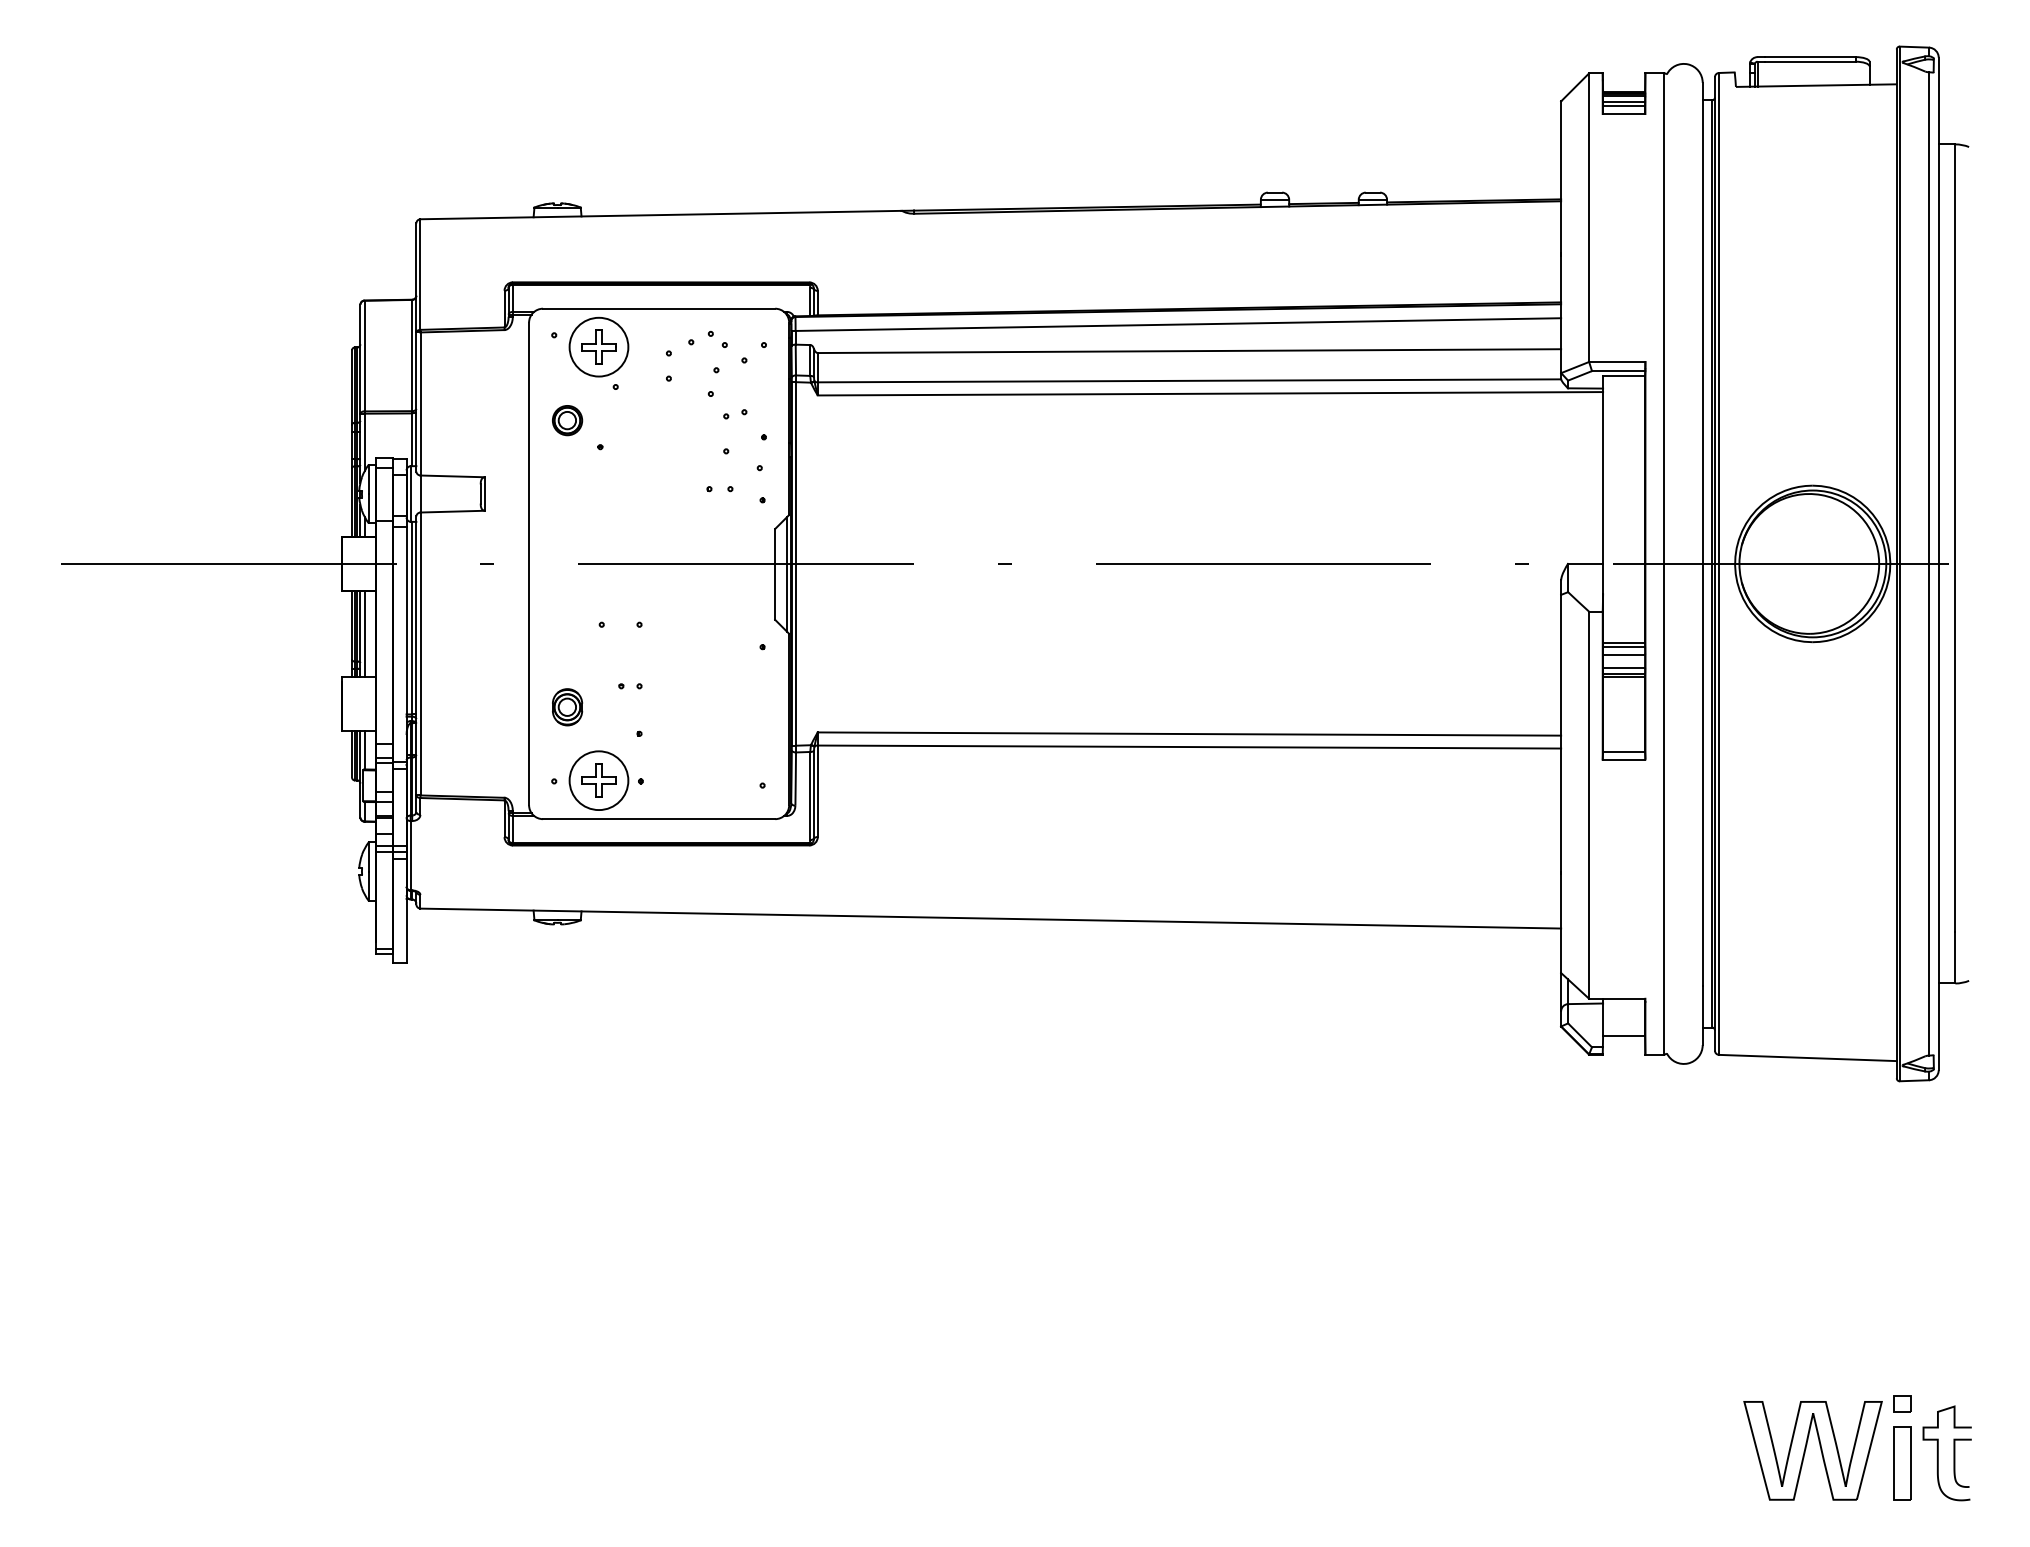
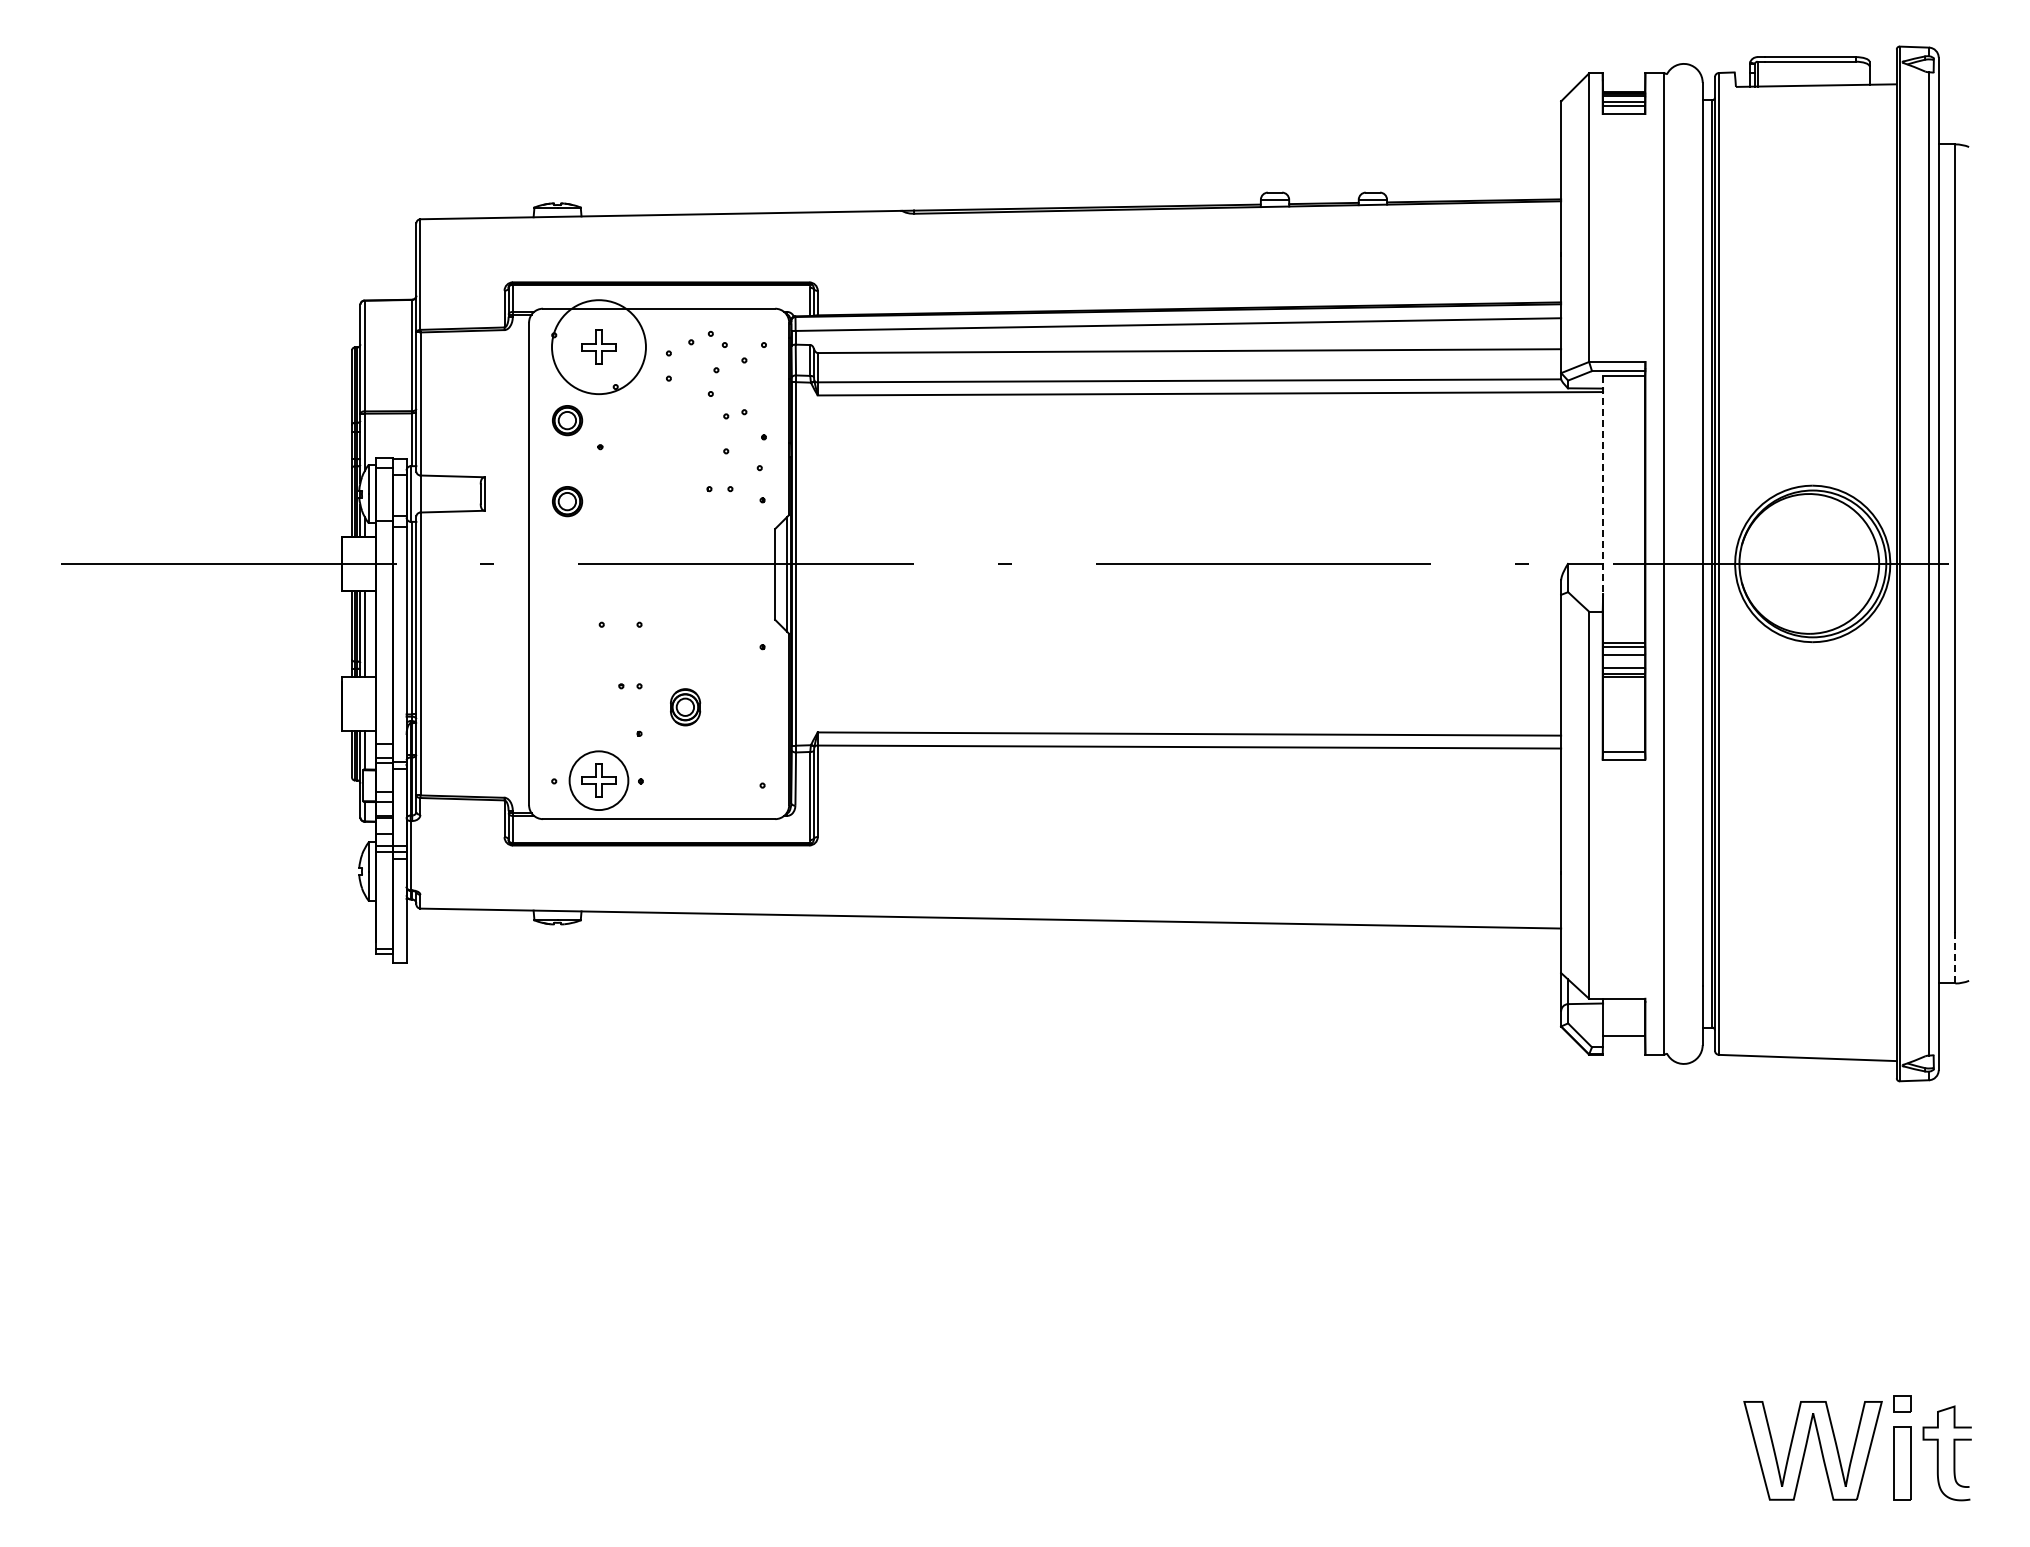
circle at (598, 346) diameter: 59 px -> 94 px
line at (1603, 485): solid -> dashed
part at (567, 501): none -> present
part at (567, 707) position: (567, 707) -> (685, 707)
line at (1955, 957): solid -> dashed
